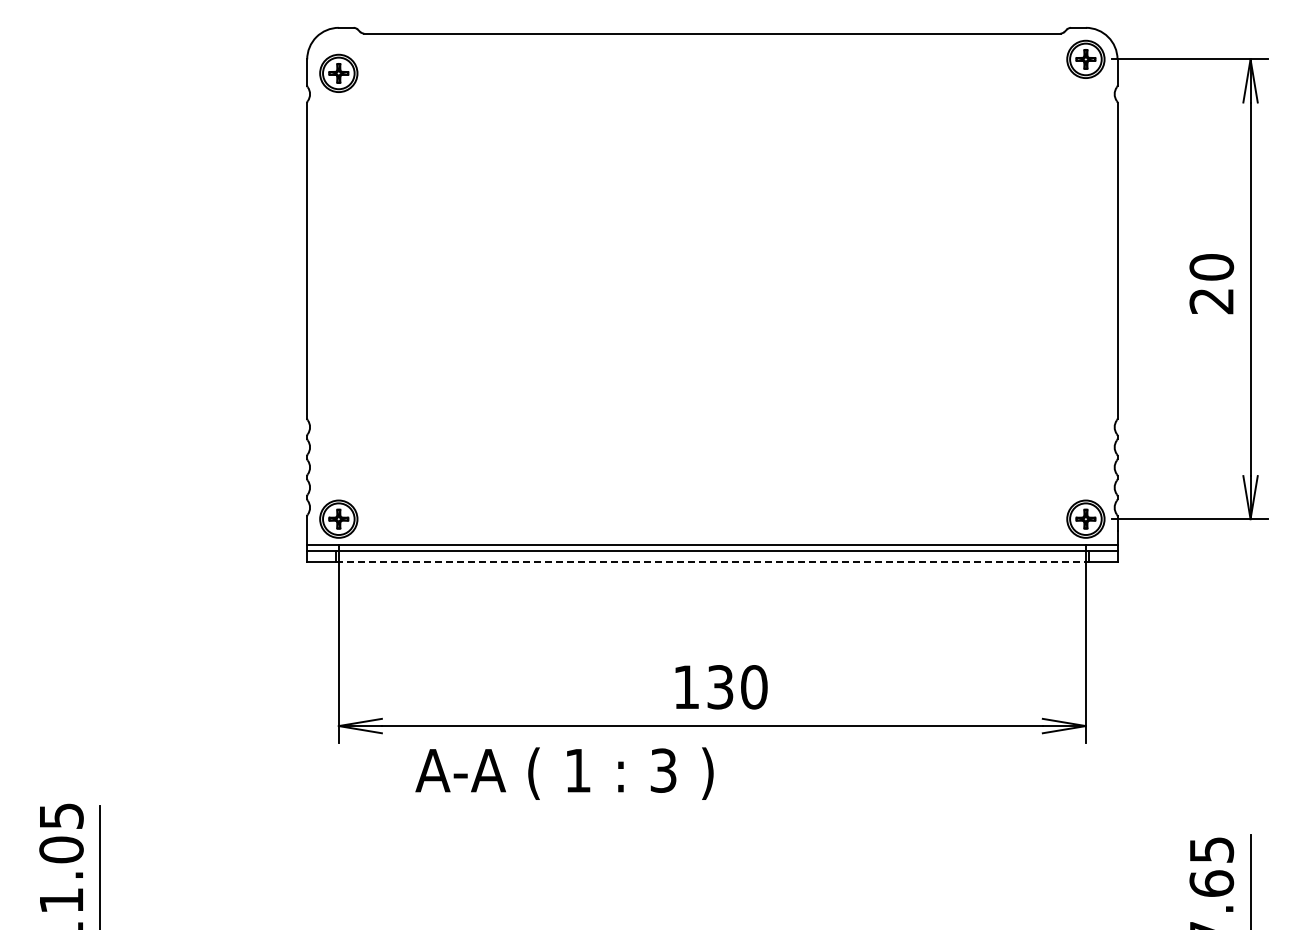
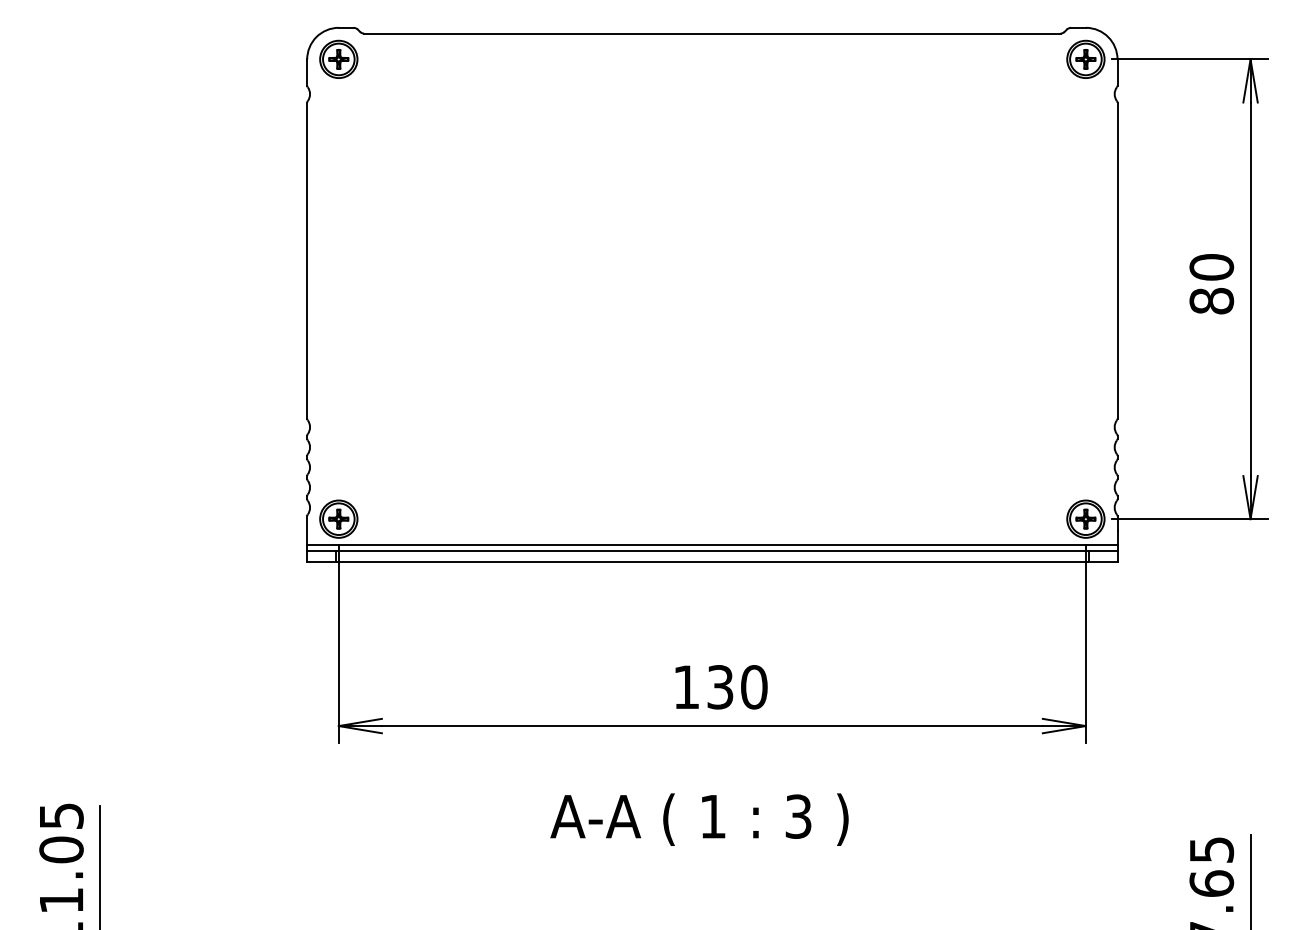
part at (338, 72) position: (338, 72) -> (338, 58)
text at (1211, 300): 20 -> 80
line at (712, 562): dashed -> solid
text at (564, 773) position: (564, 773) -> (699, 819)
